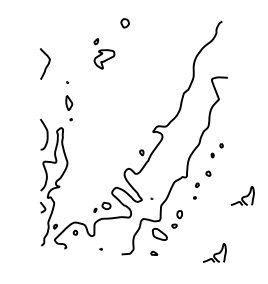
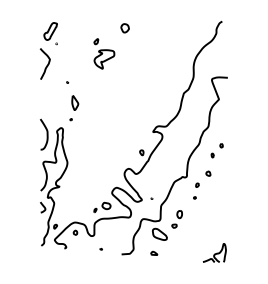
part at (124, 23) position: (124, 23) -> (124, 28)
part at (50, 33): none -> present
part at (69, 102) position: (69, 102) -> (75, 102)
part at (242, 195): present -> none
